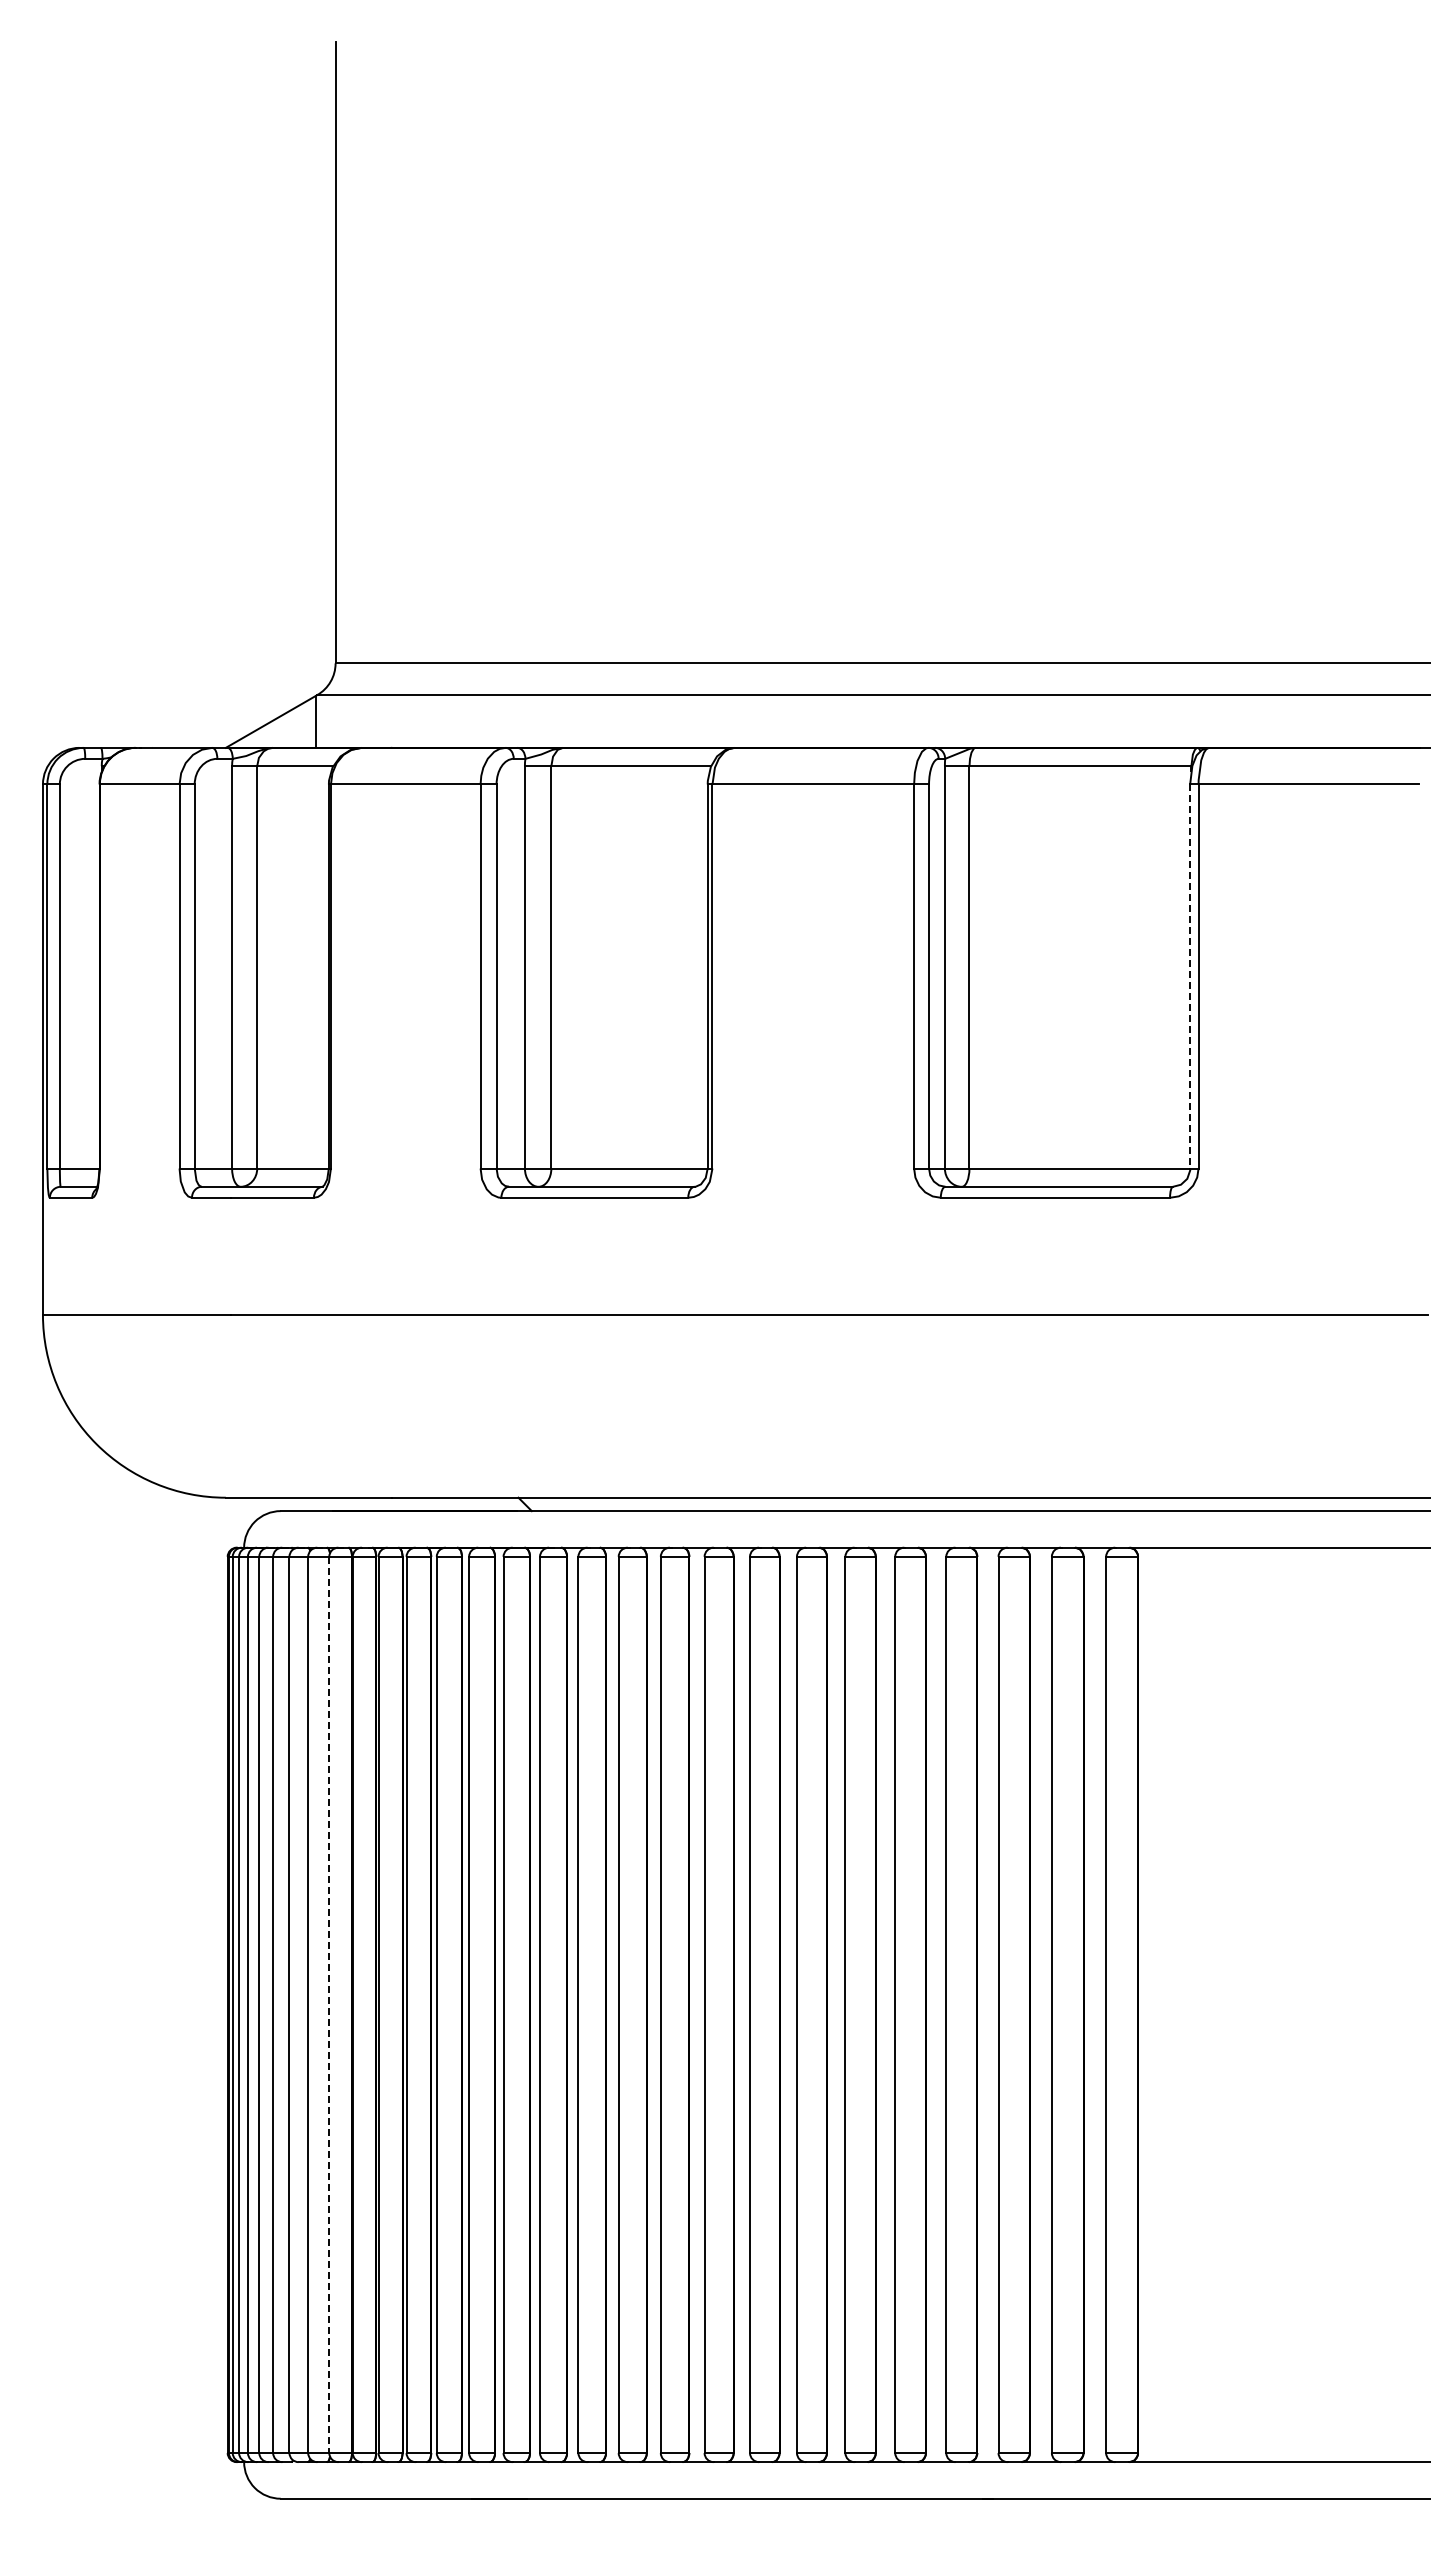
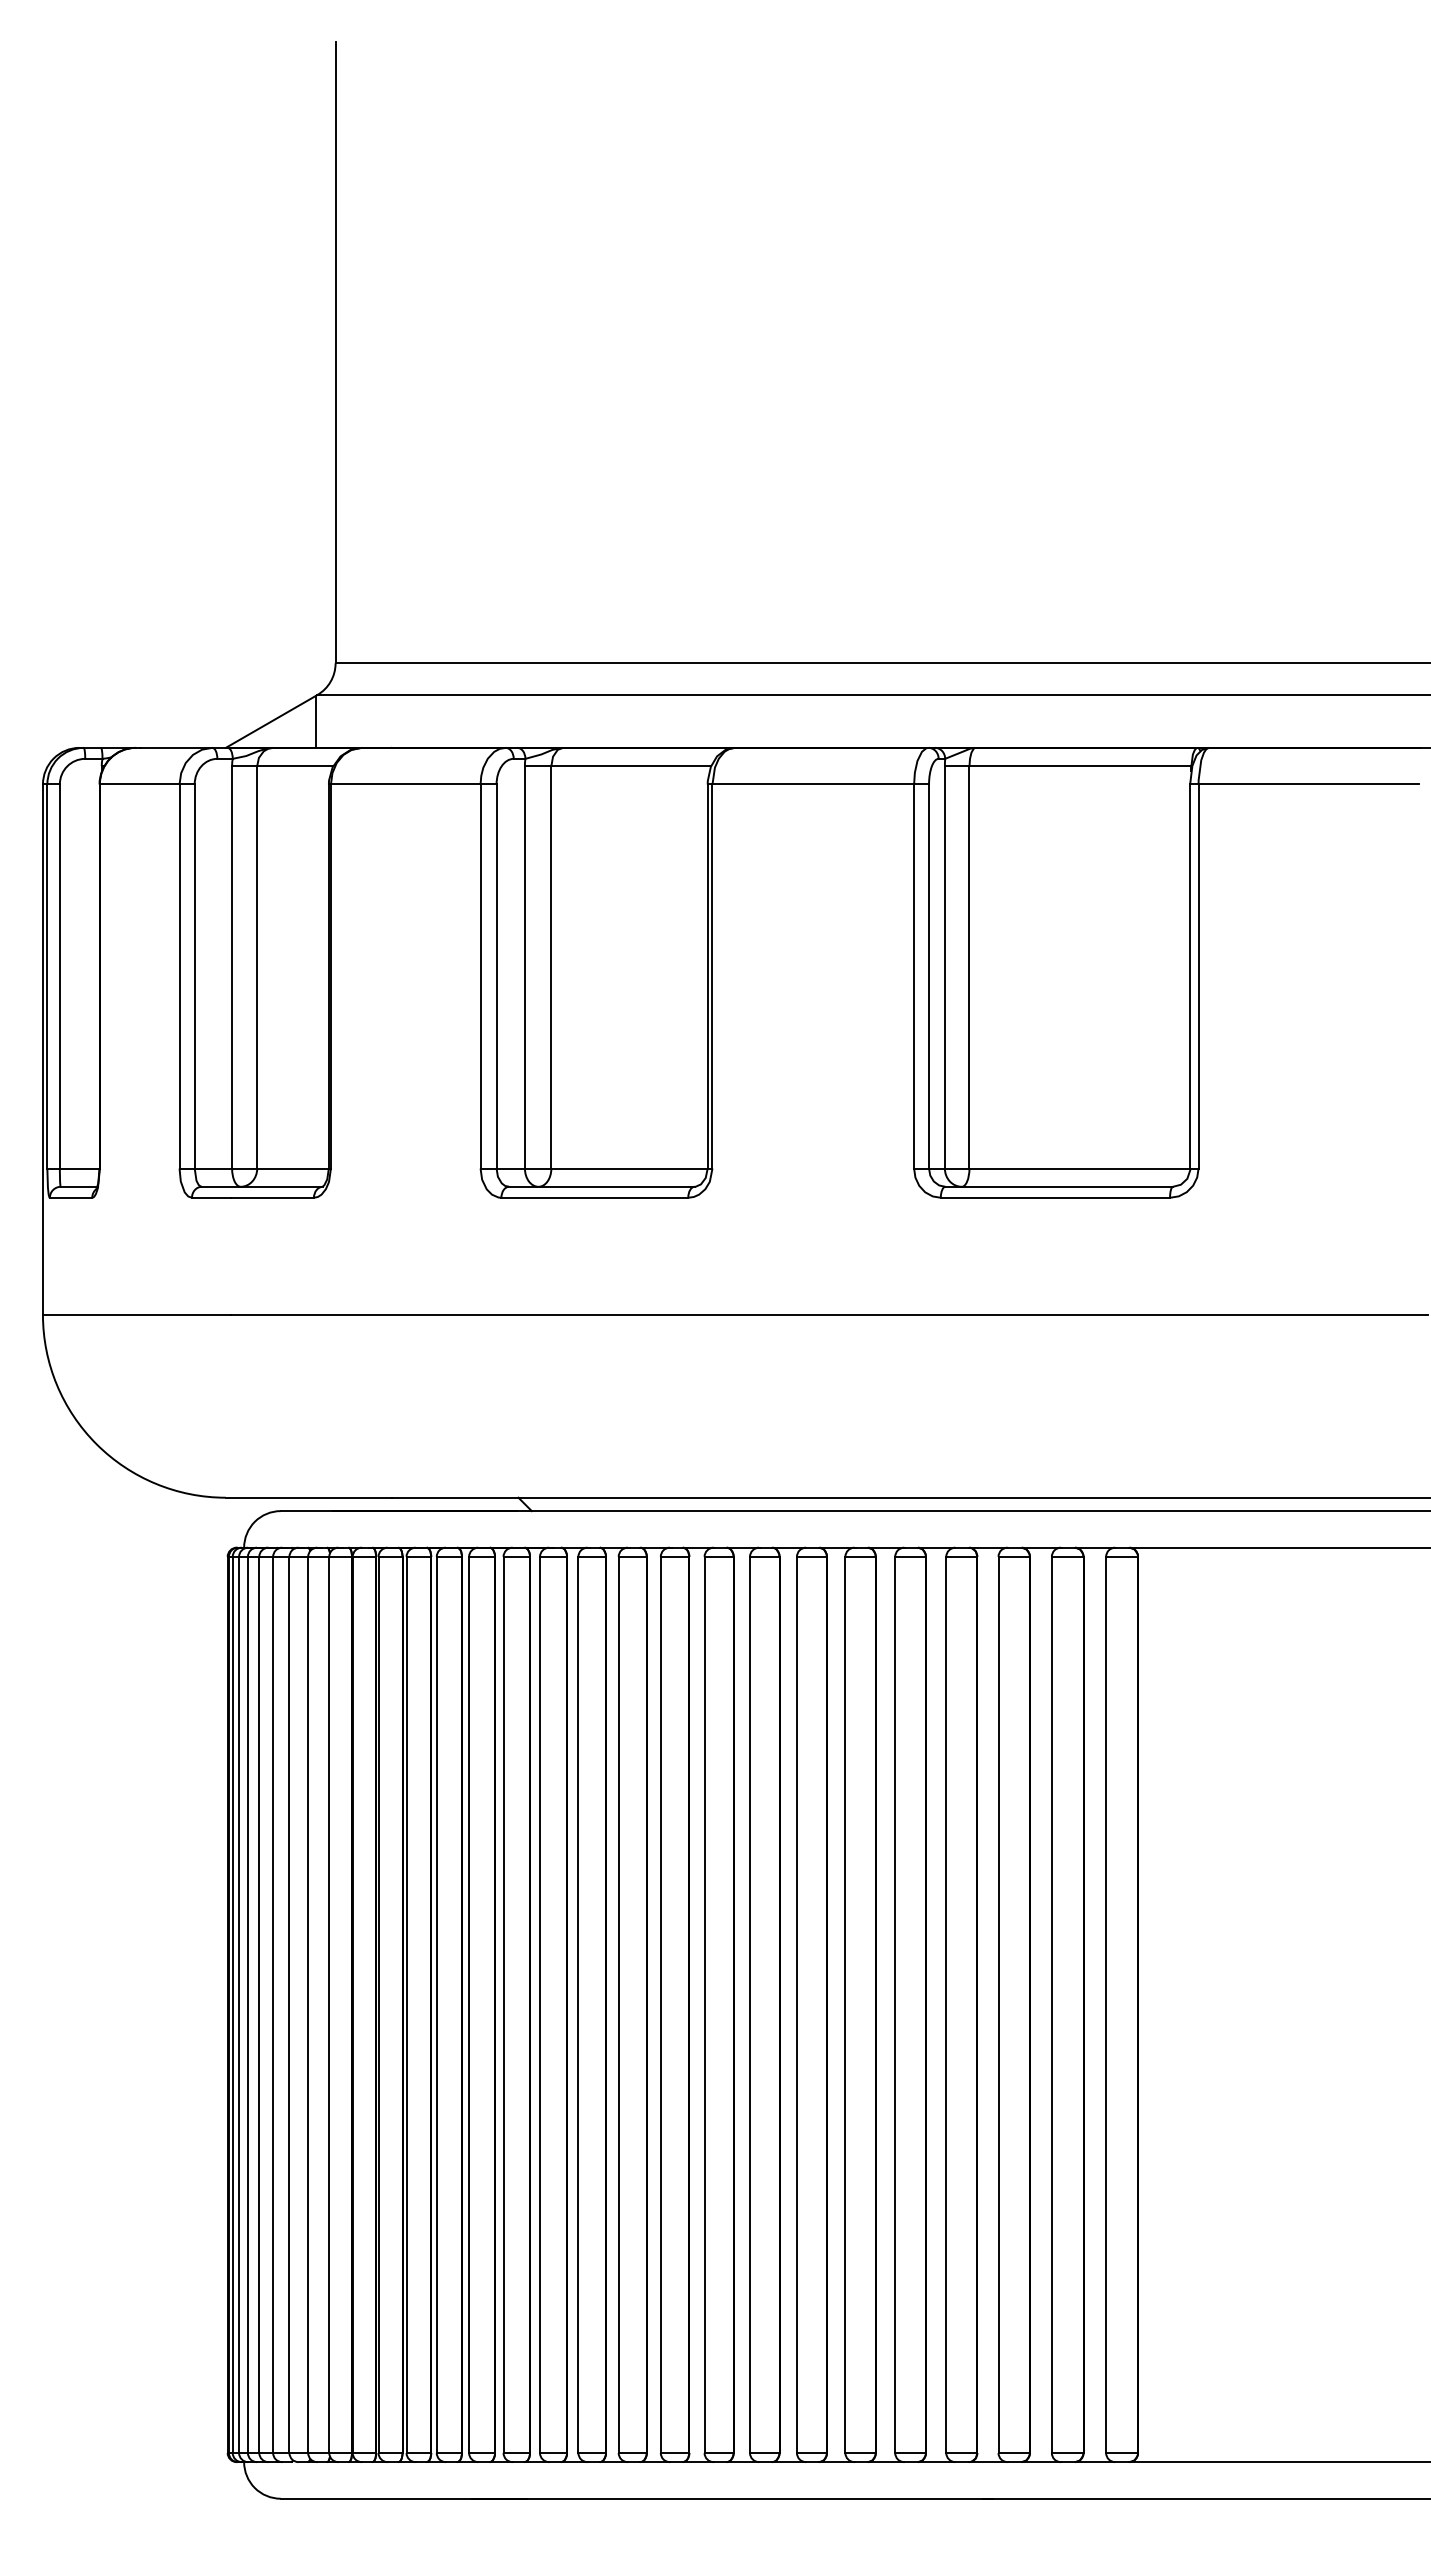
line at (1190, 976): dashed -> solid
line at (329, 2005): dashed -> solid
